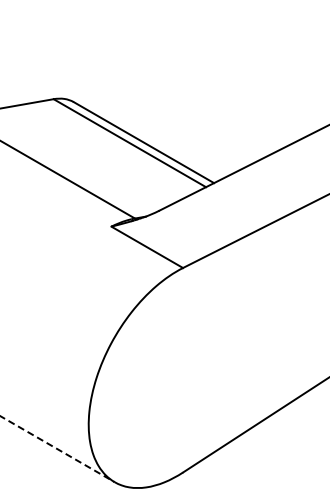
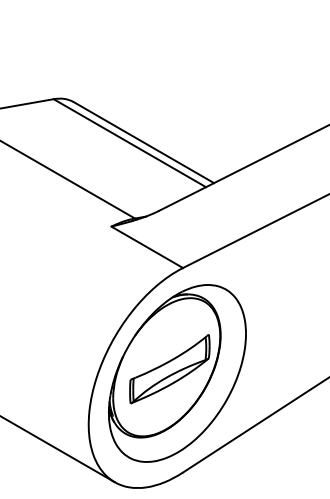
part at (177, 373): none -> present
line at (57, 449): dashed -> solid
